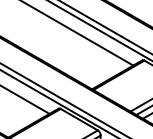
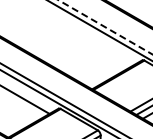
line at (105, 27): solid -> dashed
line at (78, 33): present -> none
